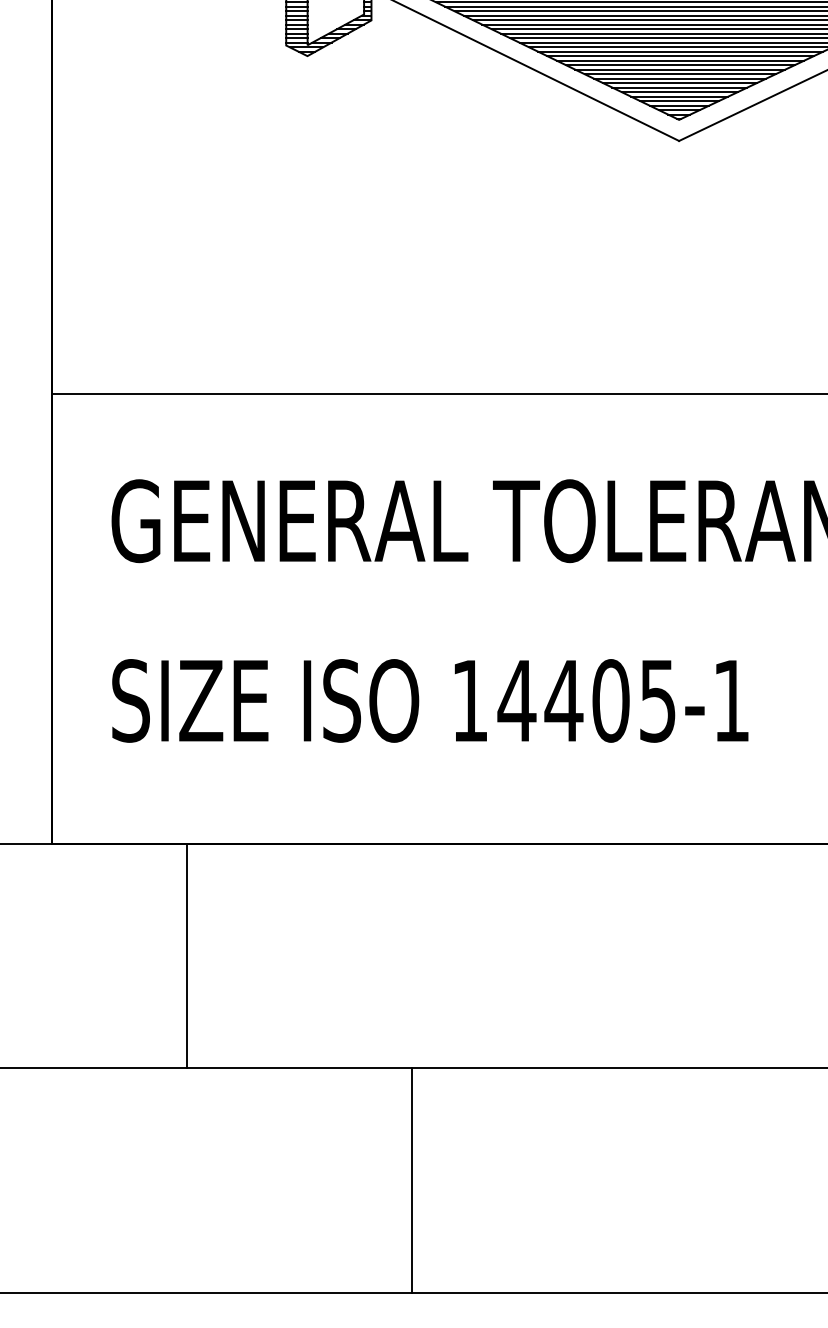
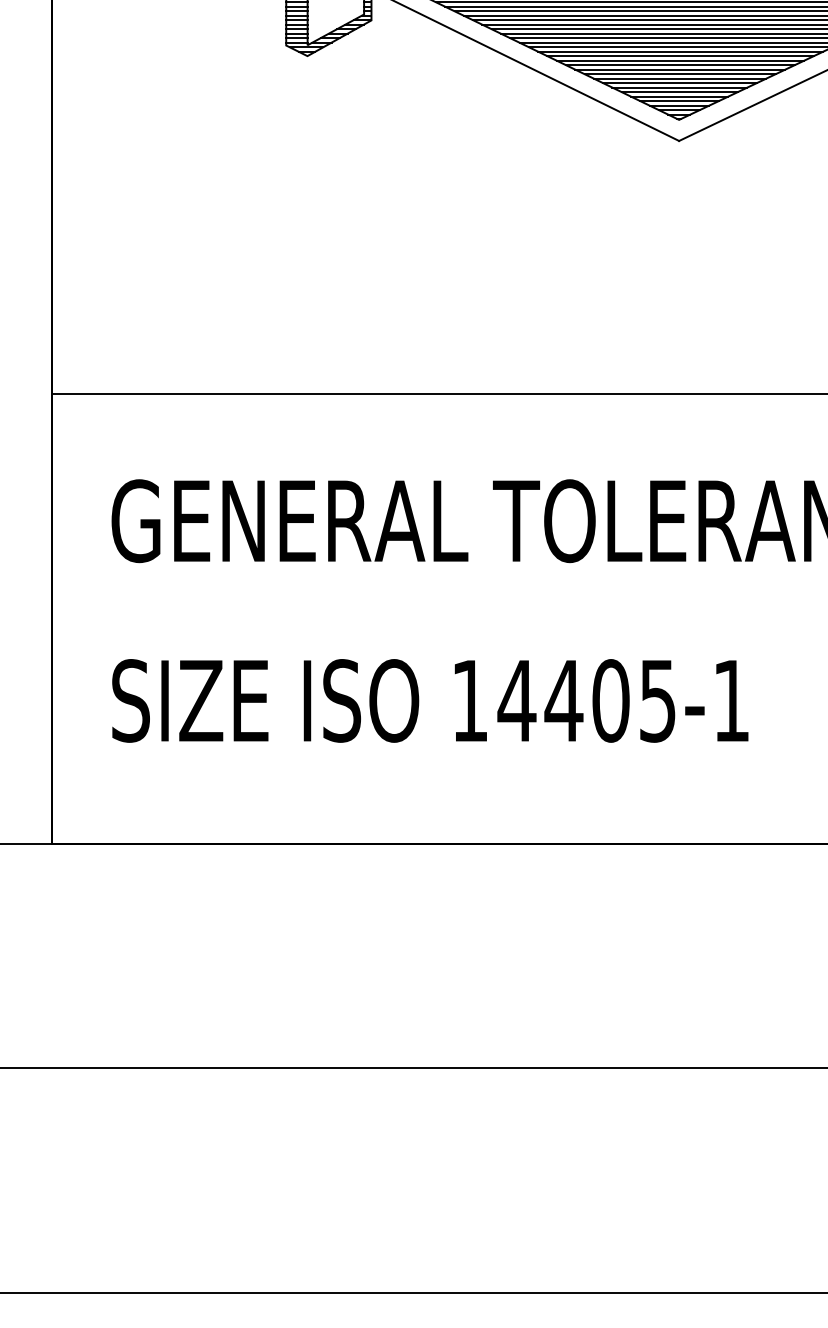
line at (187, 955): present -> none
line at (411, 1180): present -> none
